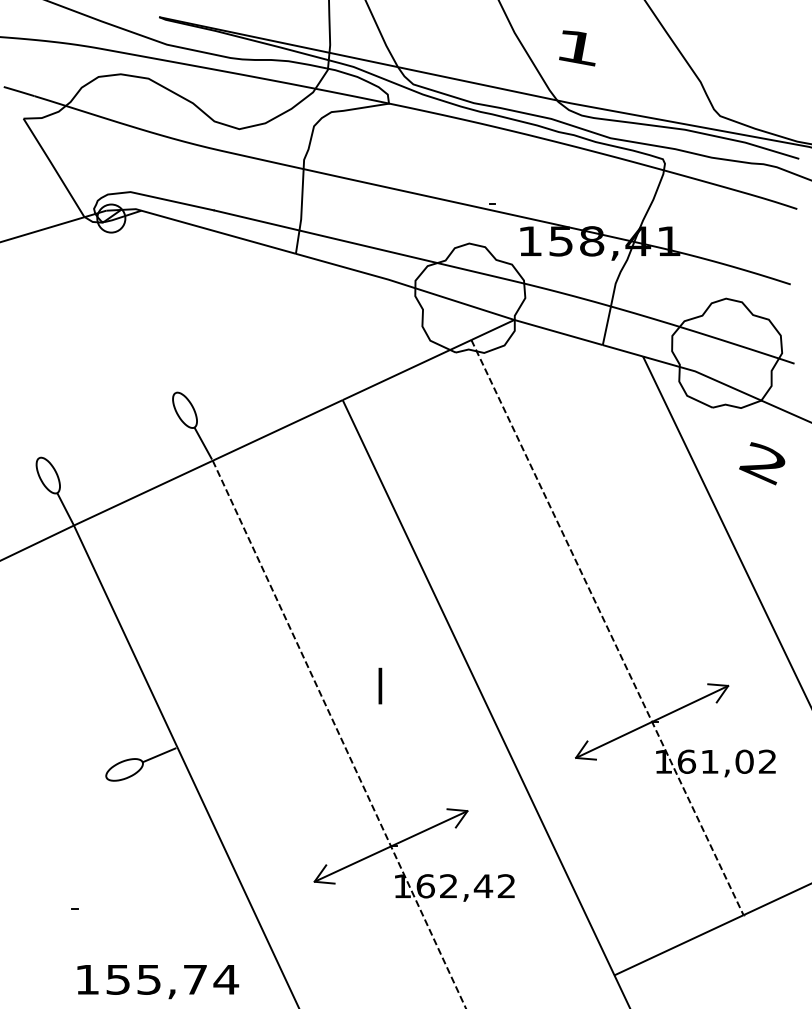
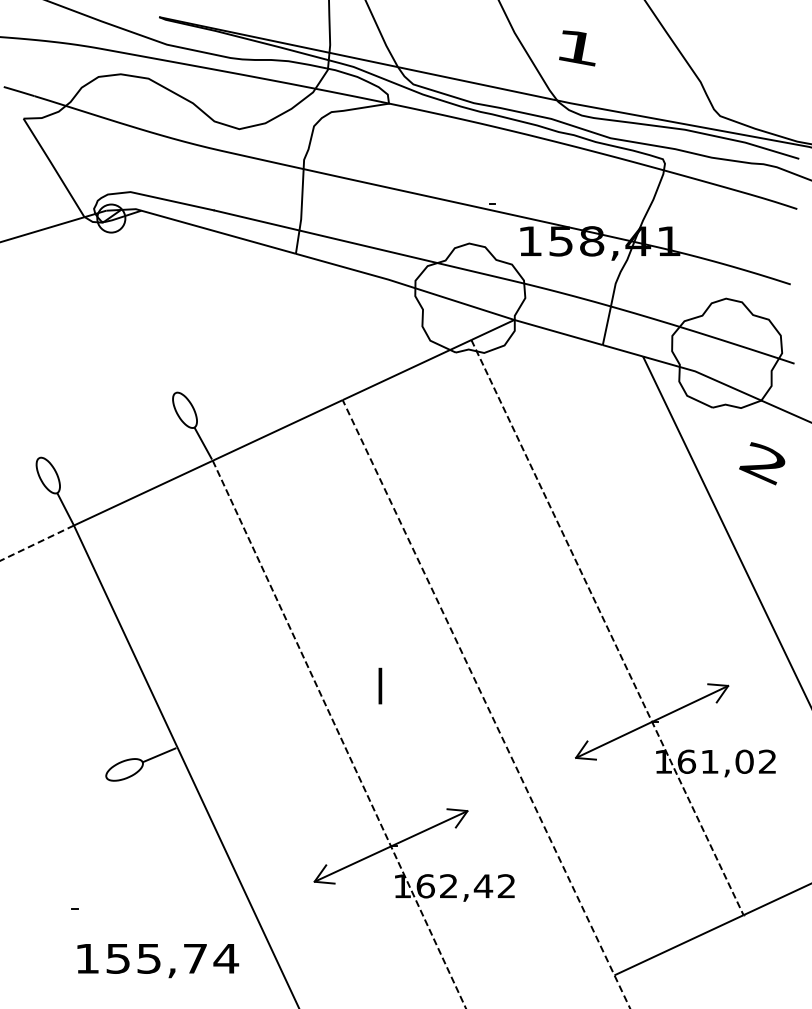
line at (37, 543): solid -> dashed
line at (486, 703): solid -> dashed
text at (158, 982) position: (158, 982) -> (158, 961)
